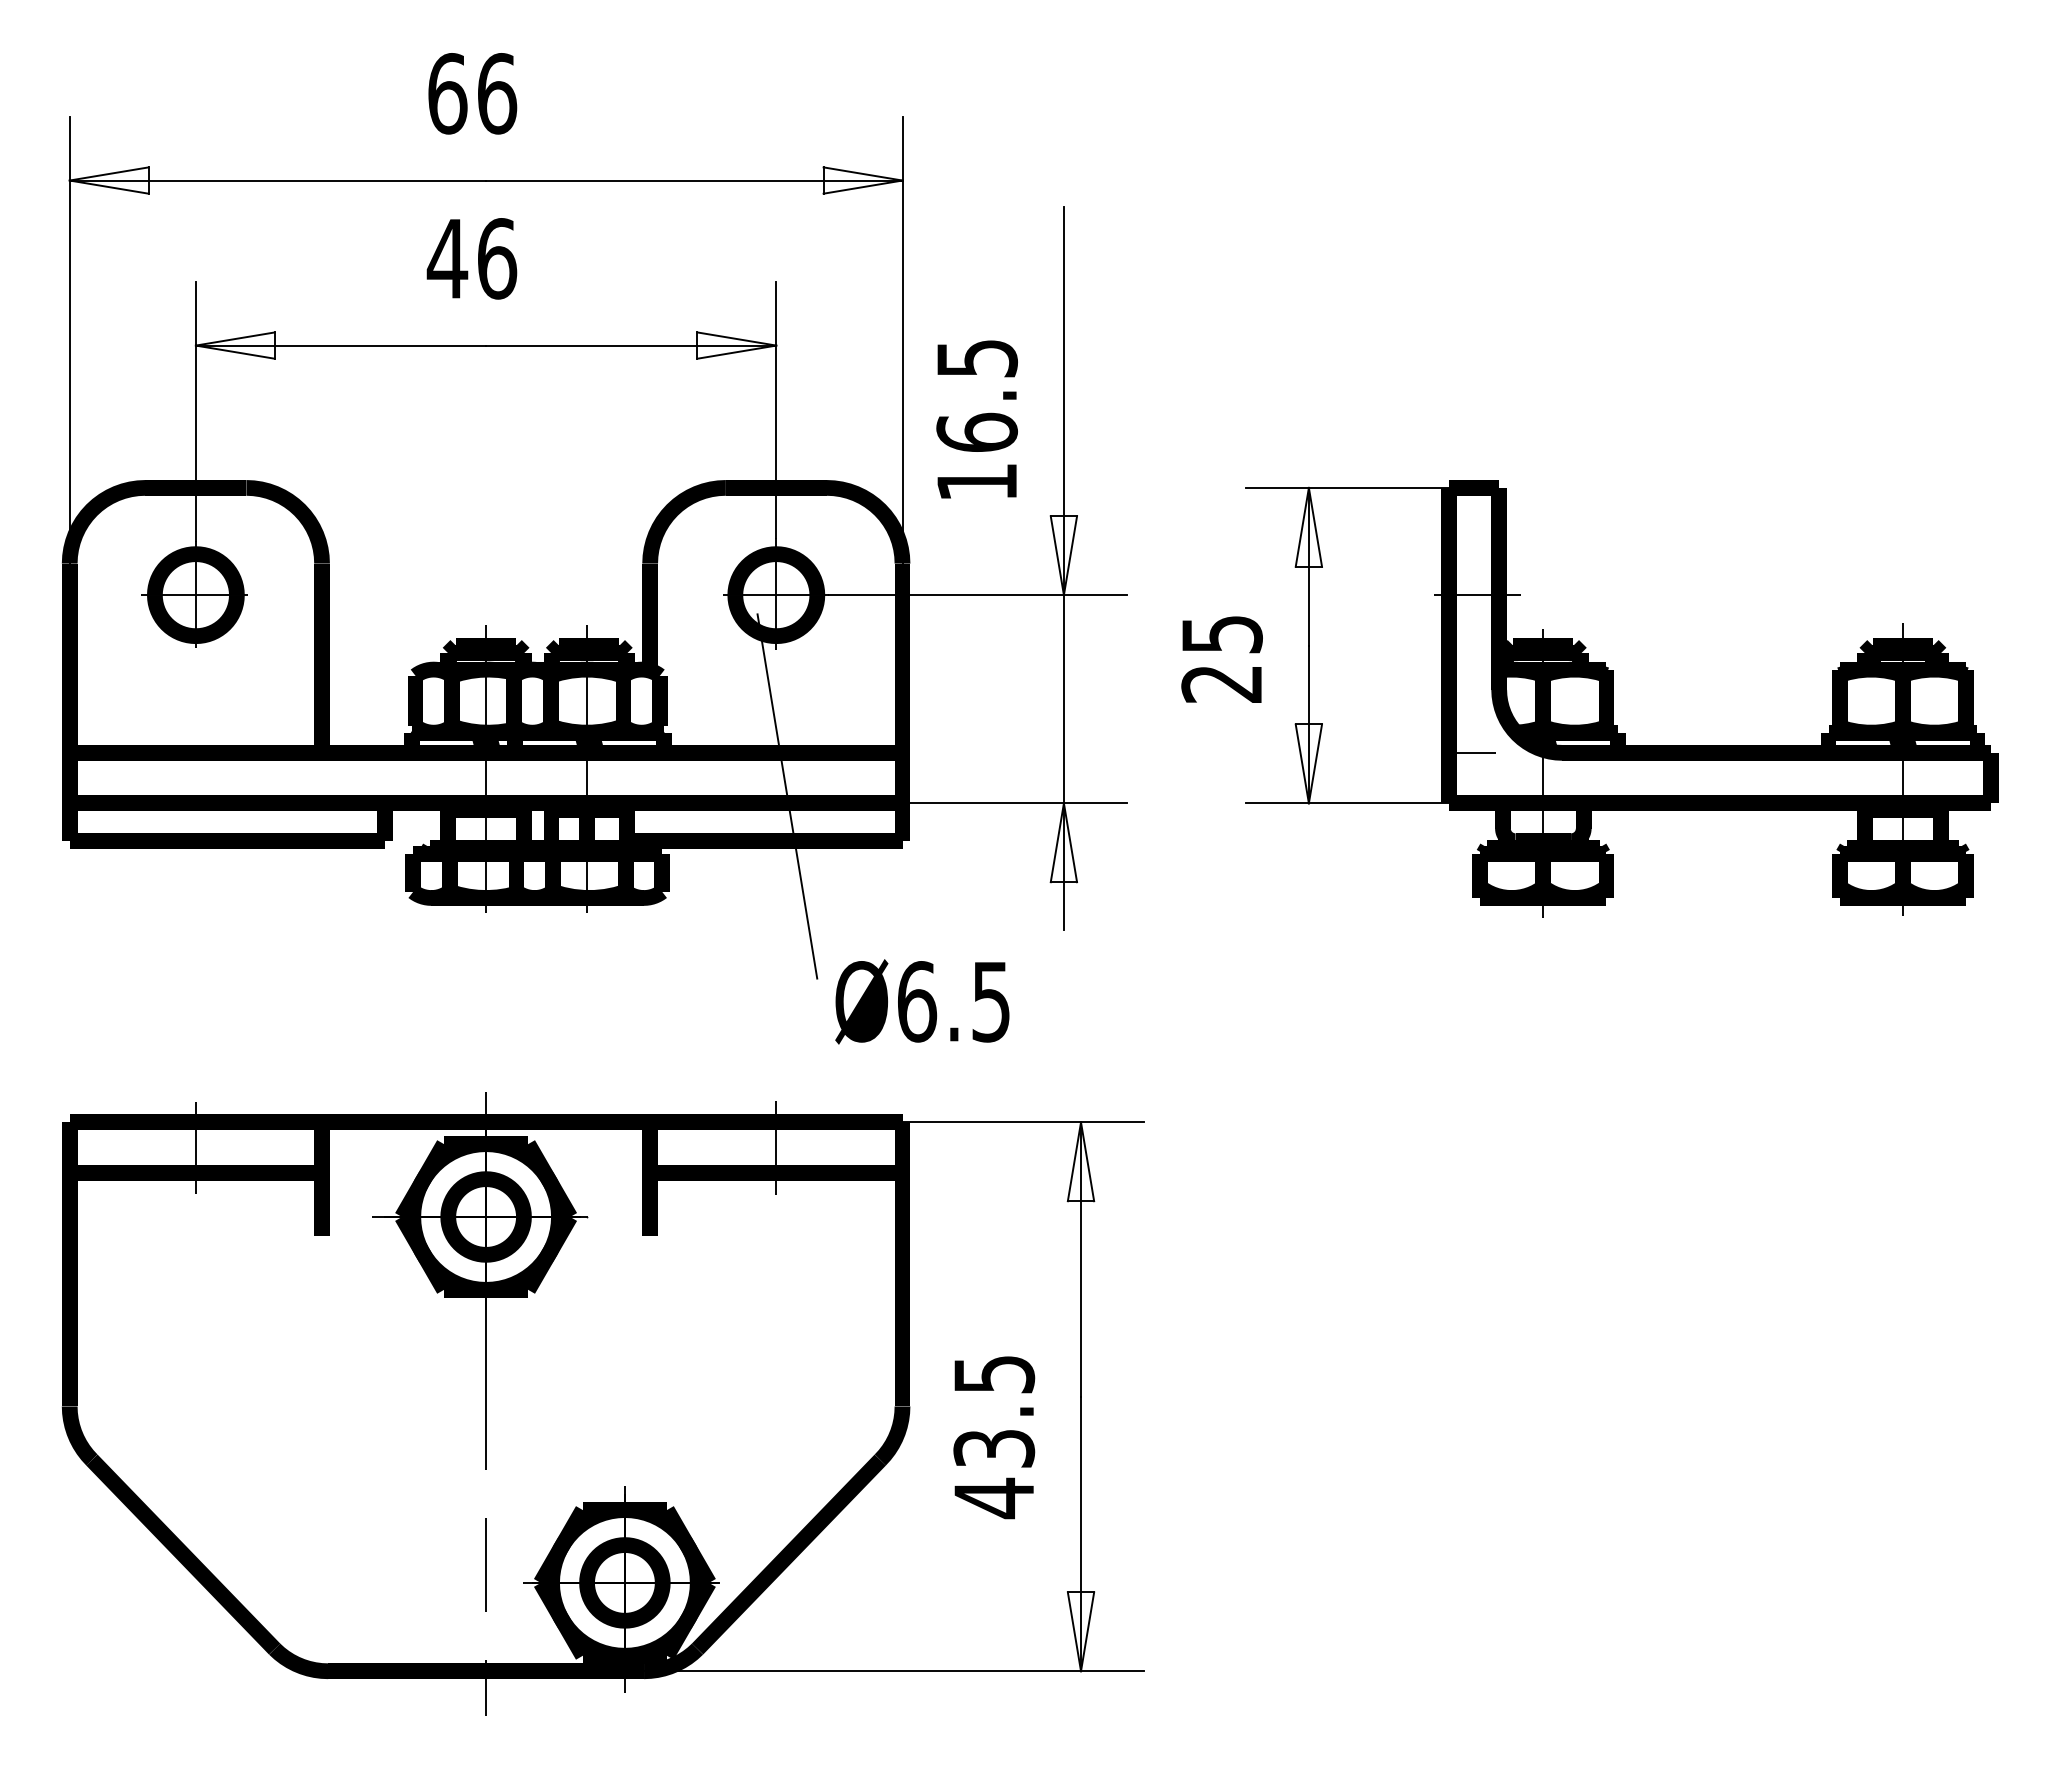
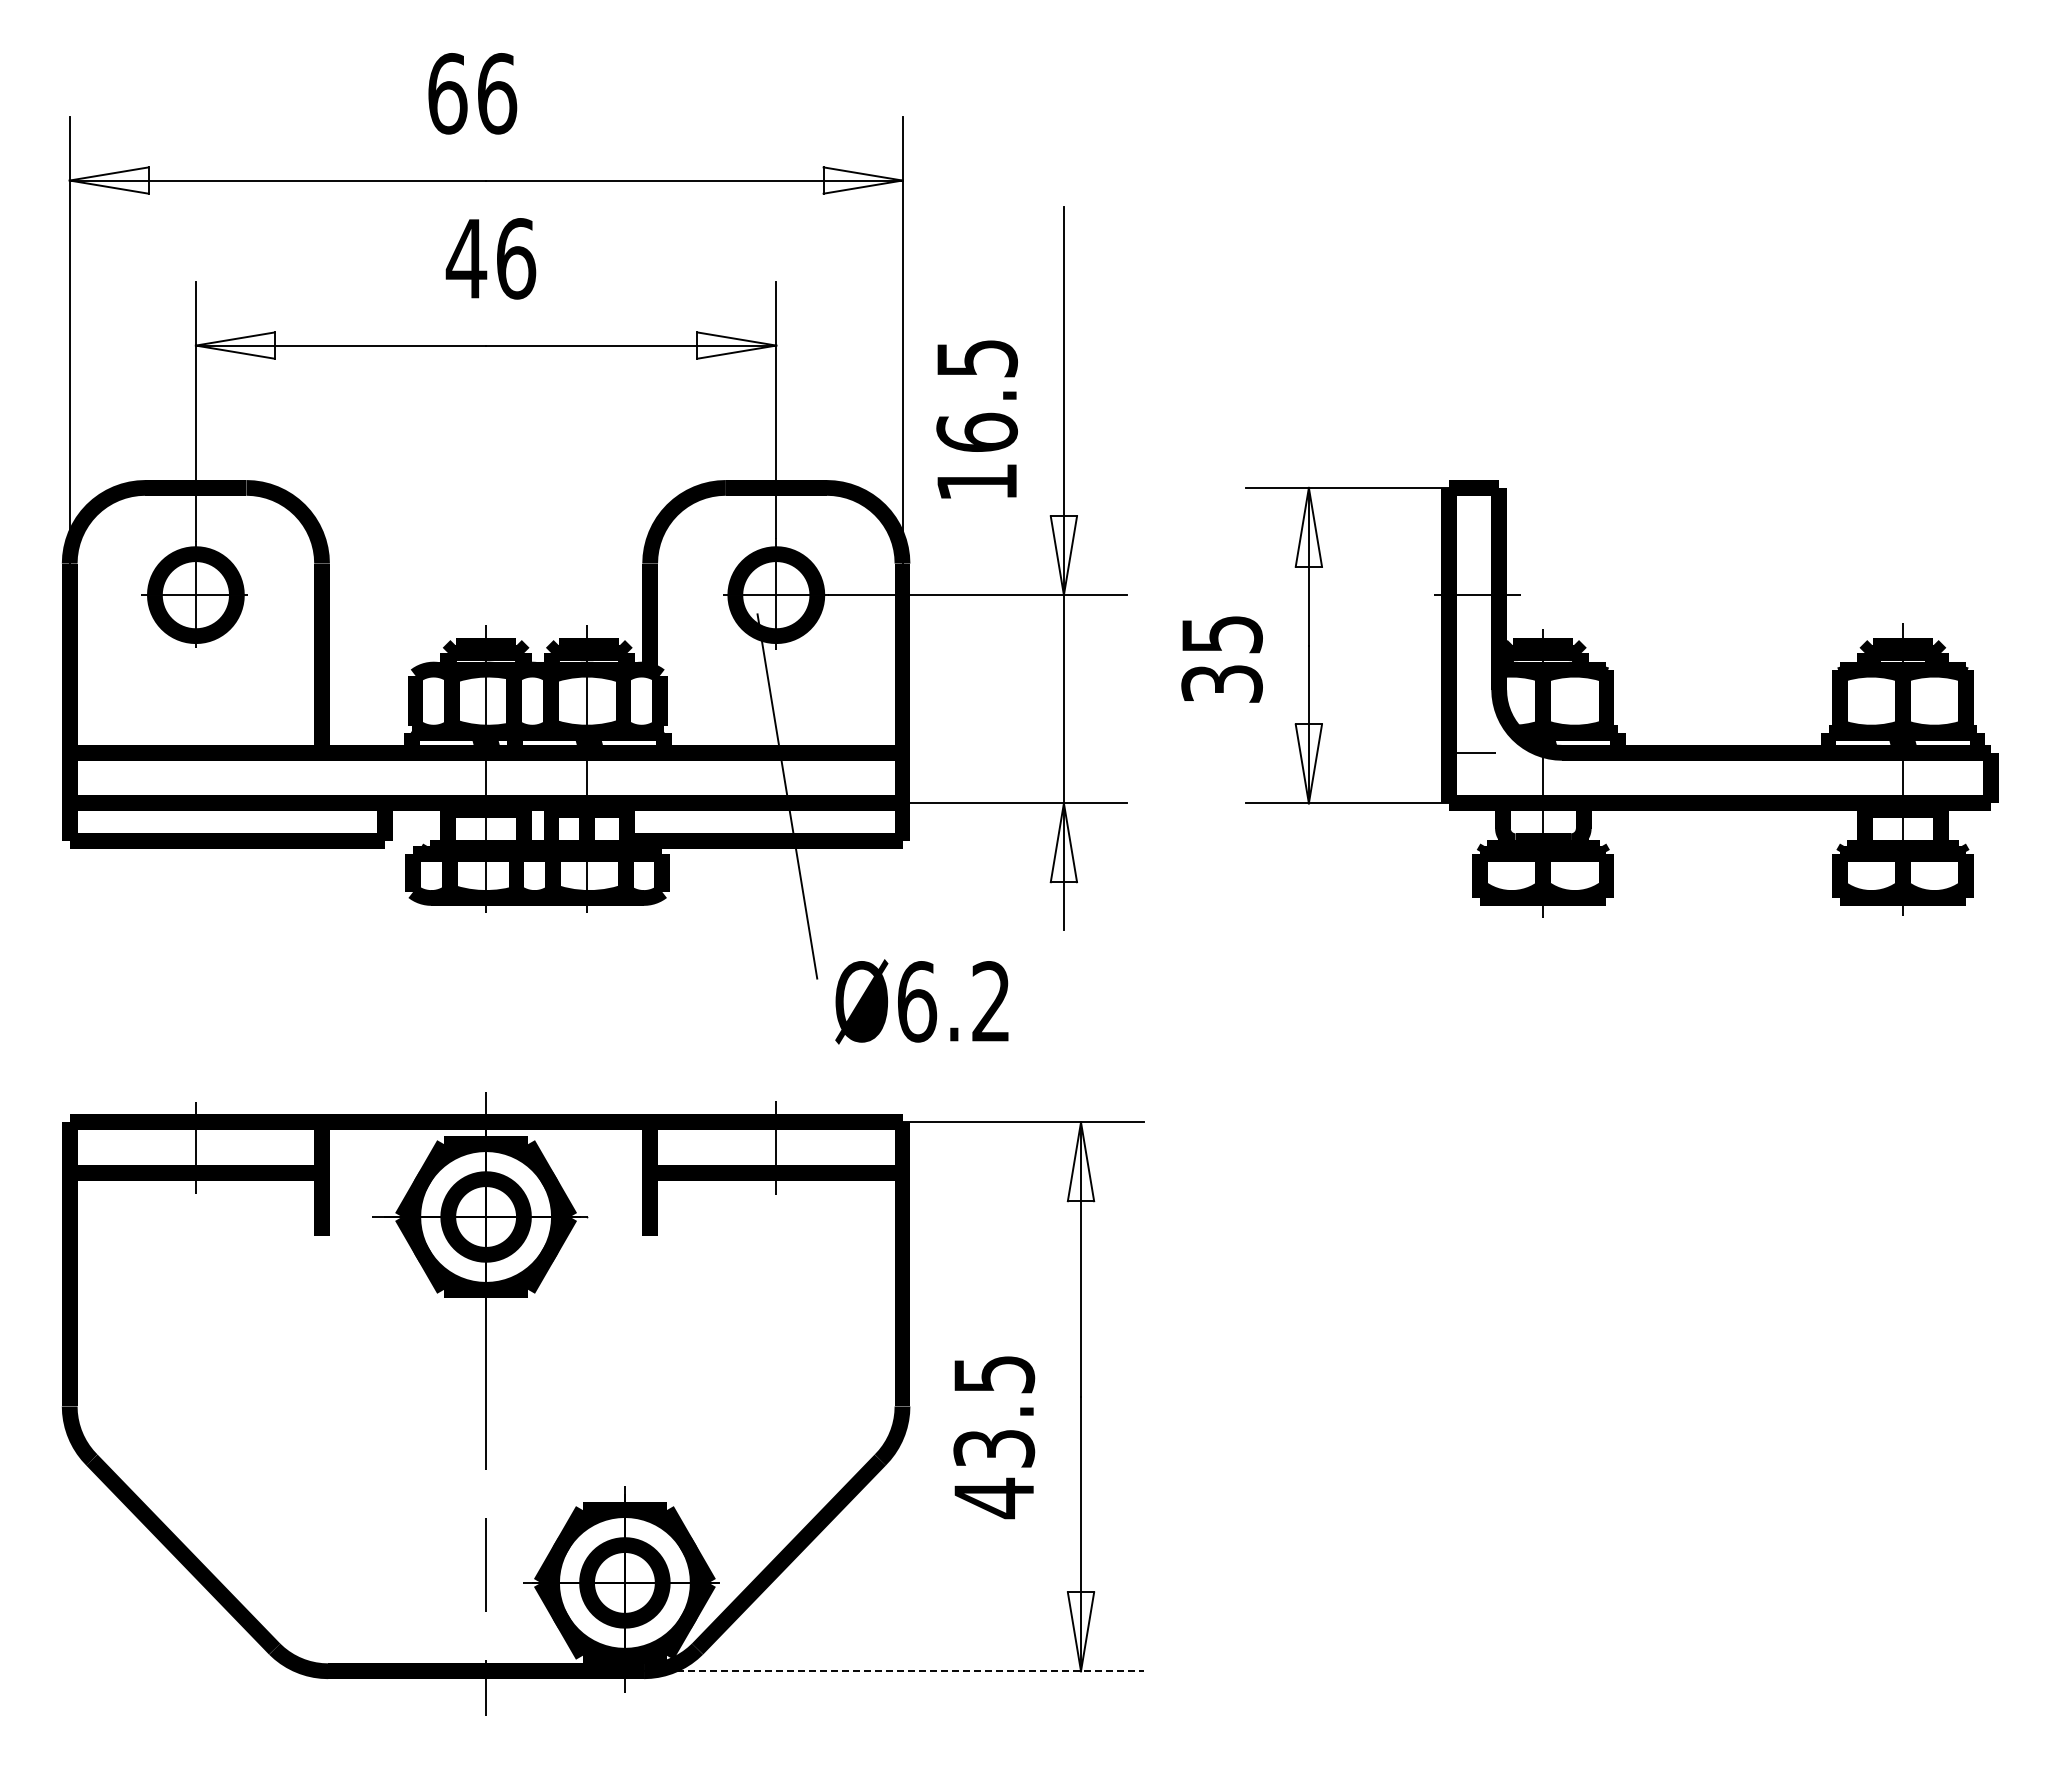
text at (471, 258) position: (471, 258) -> (490, 258)
text at (1221, 683): 25 -> 35
text at (990, 1001): Ø6.5 -> Ø6.2
line at (894, 1671): solid -> dashed
